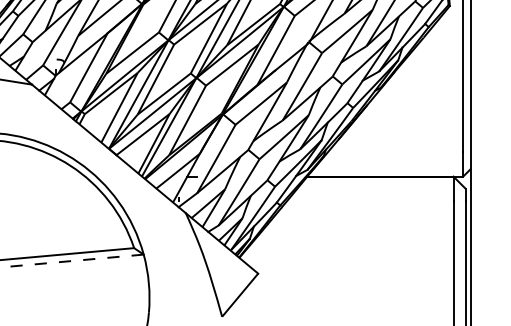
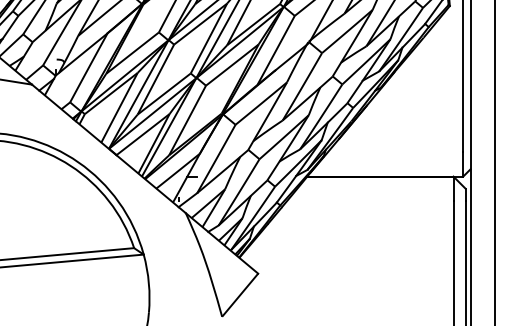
line at (494, 162): none -> present
line at (72, 261): dashed -> solid
